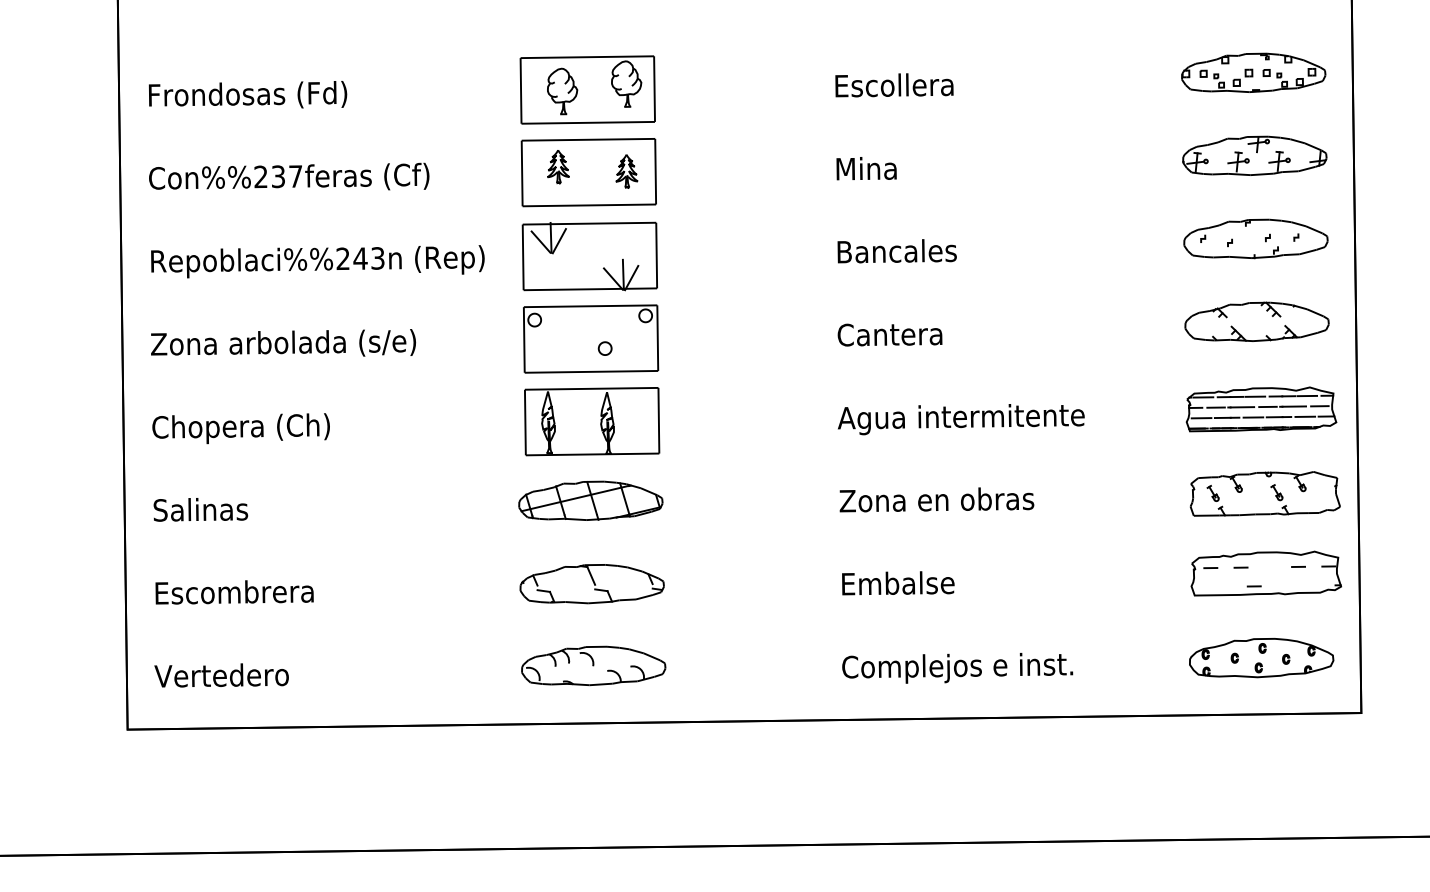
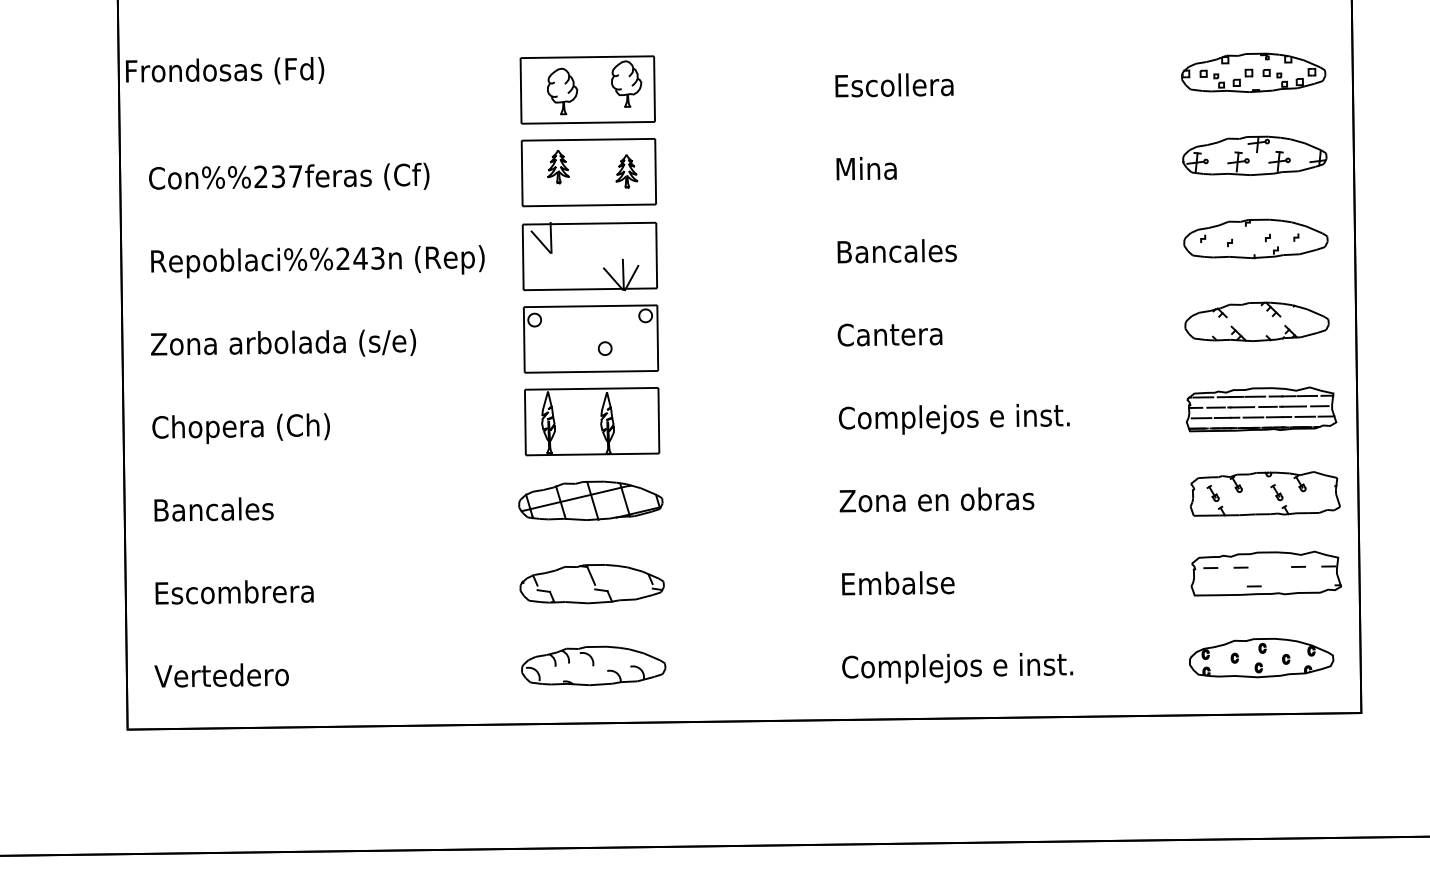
text at (247, 94) position: (247, 94) -> (224, 70)
line at (558, 241): present -> none
text at (960, 419): Agua intermitente -> Complejos e inst.
text at (213, 509): Salinas -> Bancales
